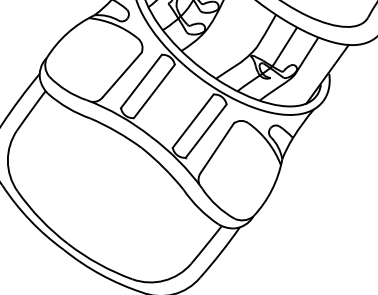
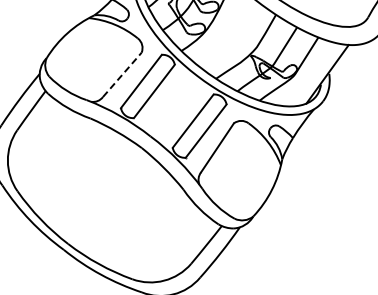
line at (122, 74): solid -> dashed
